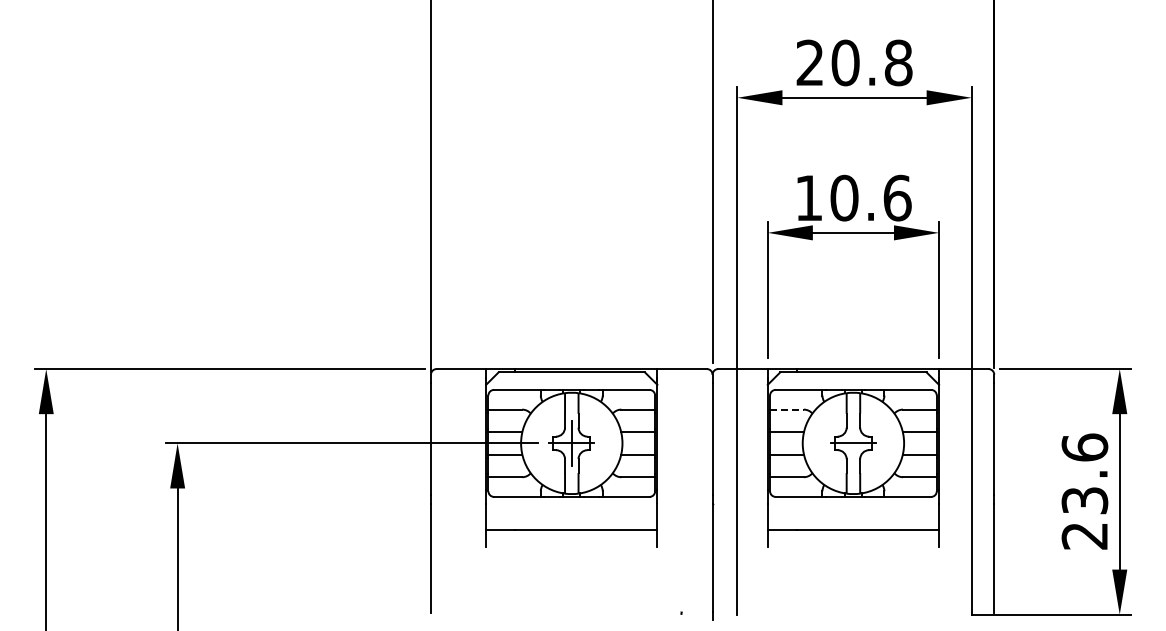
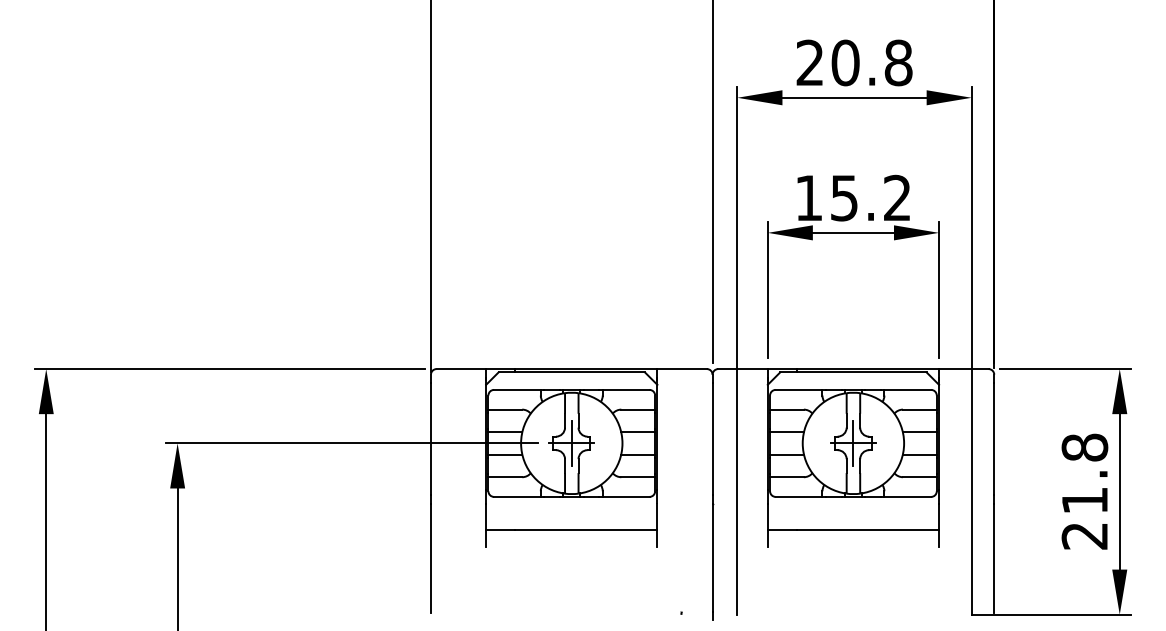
text at (870, 197): 10.6 -> 15.2
line at (786, 409): dashed -> solid
line at (853, 442): none -> present
text at (1084, 473): 23.6 -> 21.8
